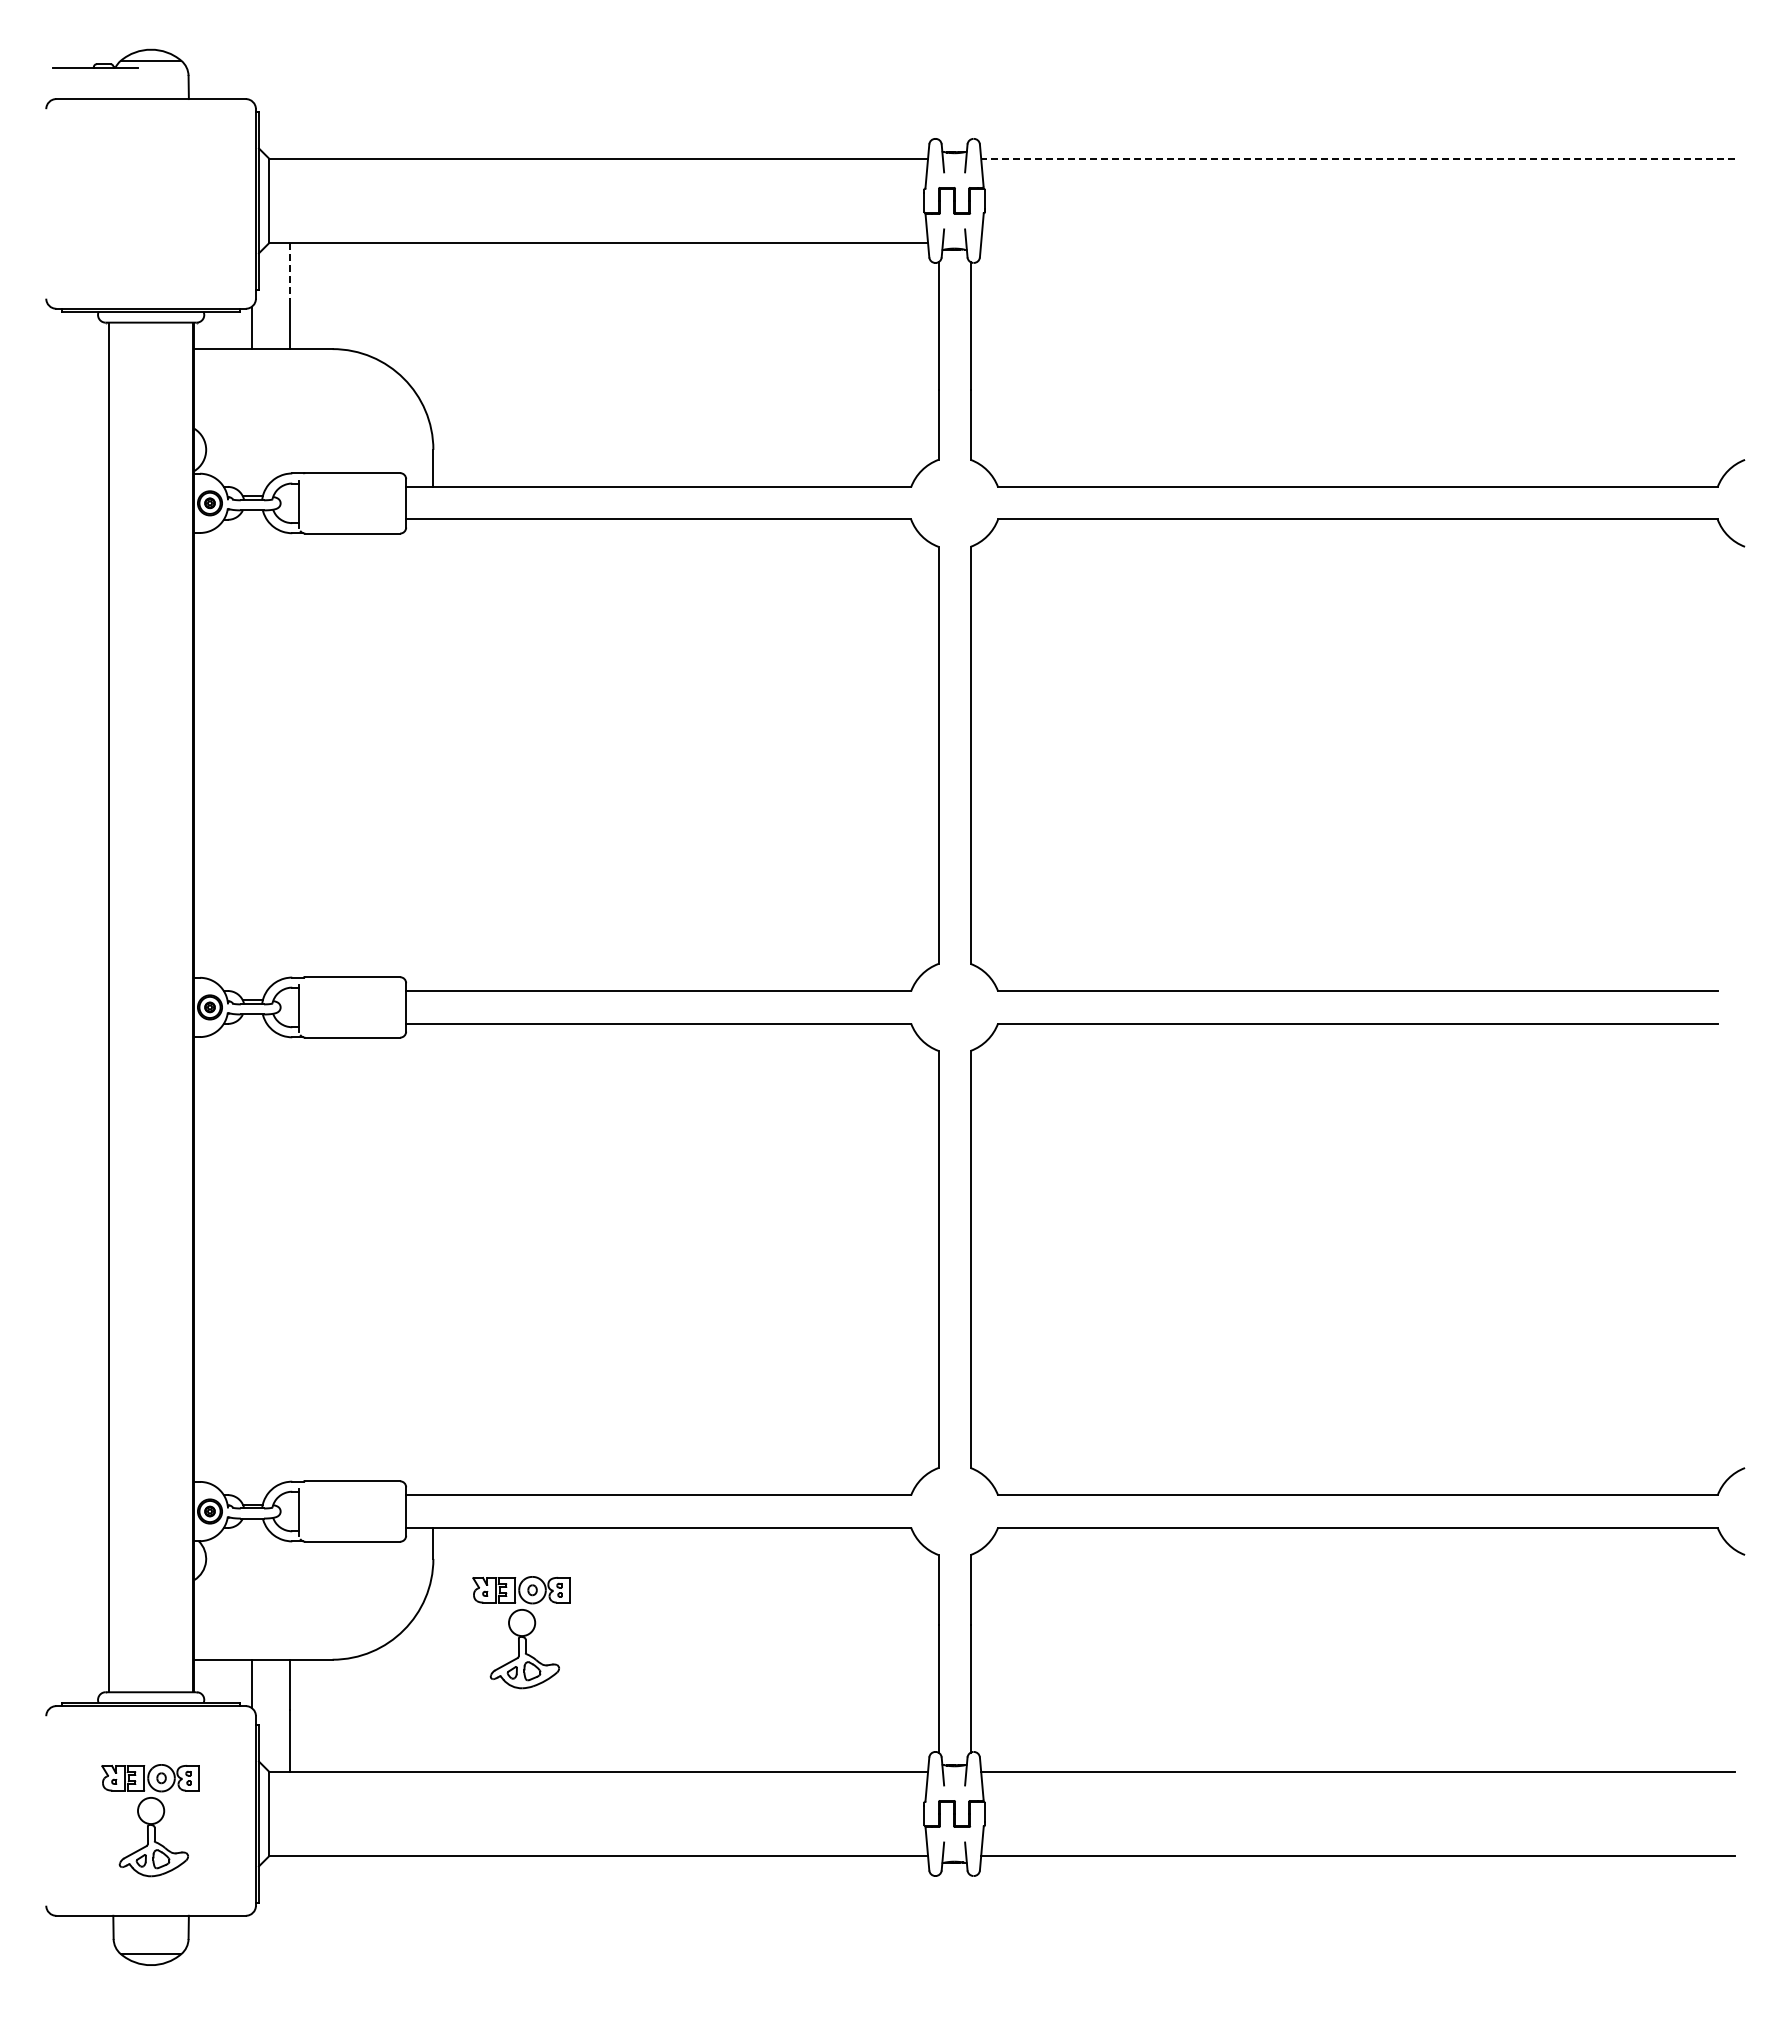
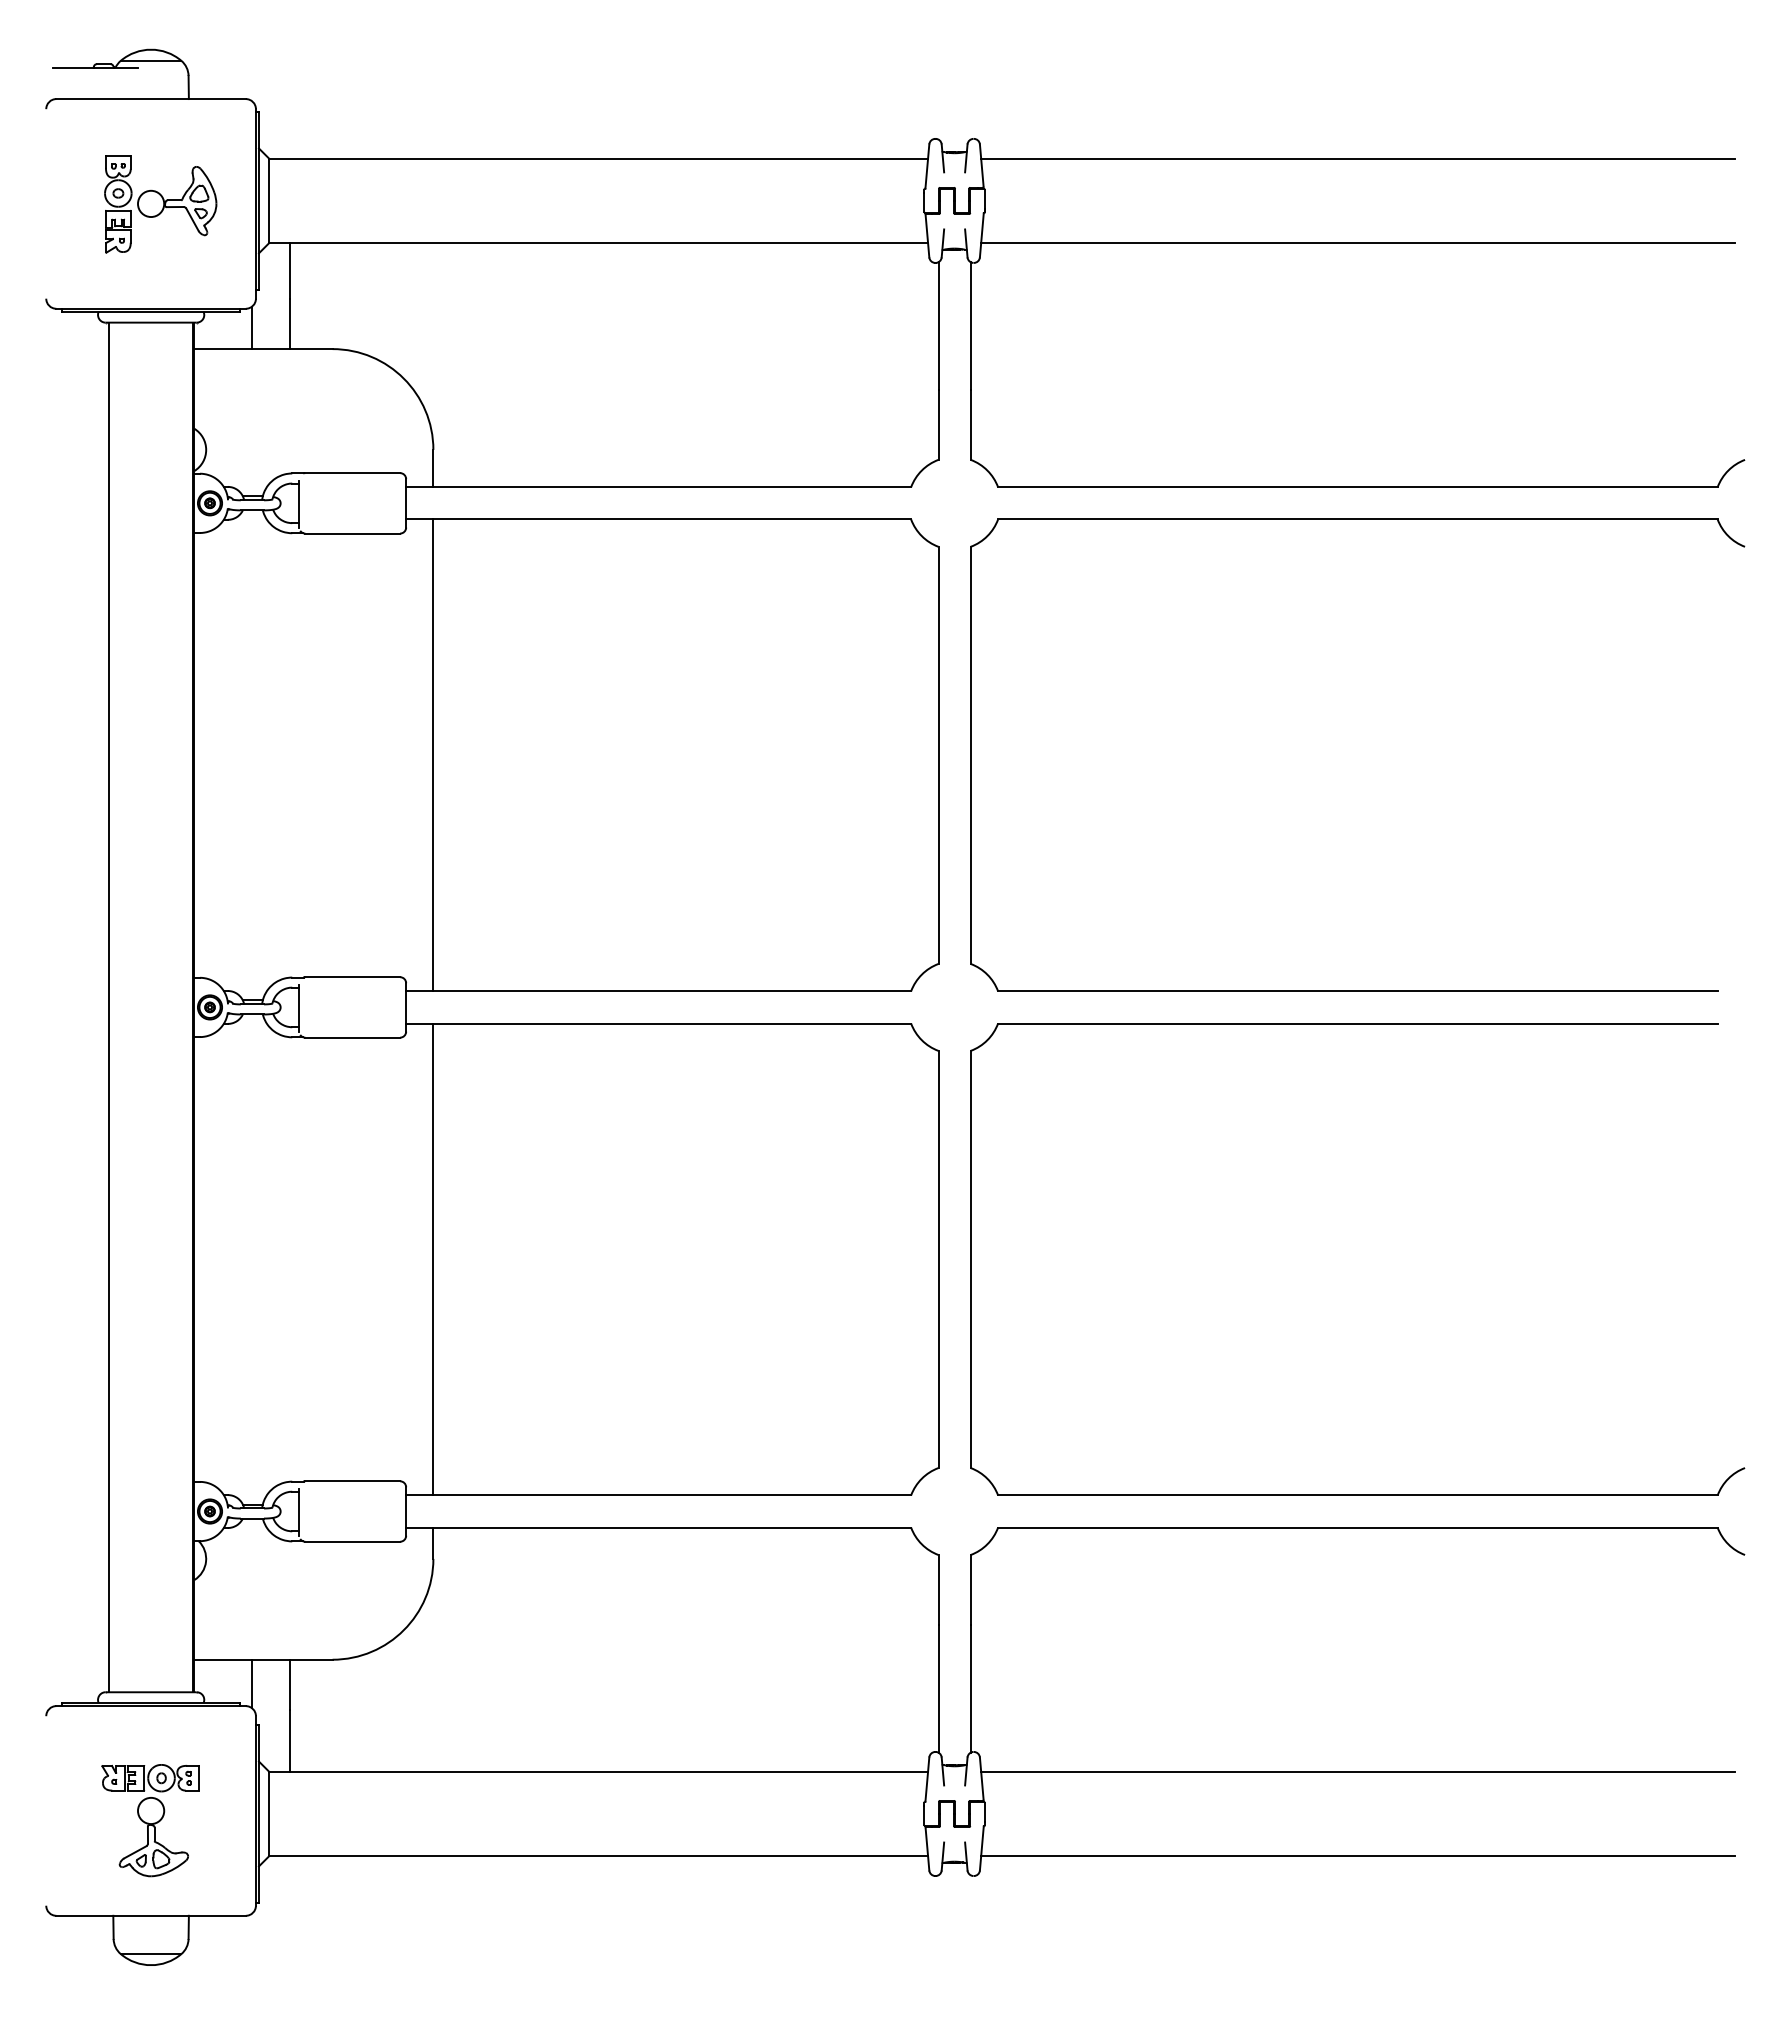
line at (1357, 158): dashed -> solid
part at (160, 204): none -> present
line at (1357, 243): none -> present
line at (290, 270): dashed -> solid
line at (433, 755): none -> present
line at (433, 1259): none -> present
part at (521, 1632): present -> none
